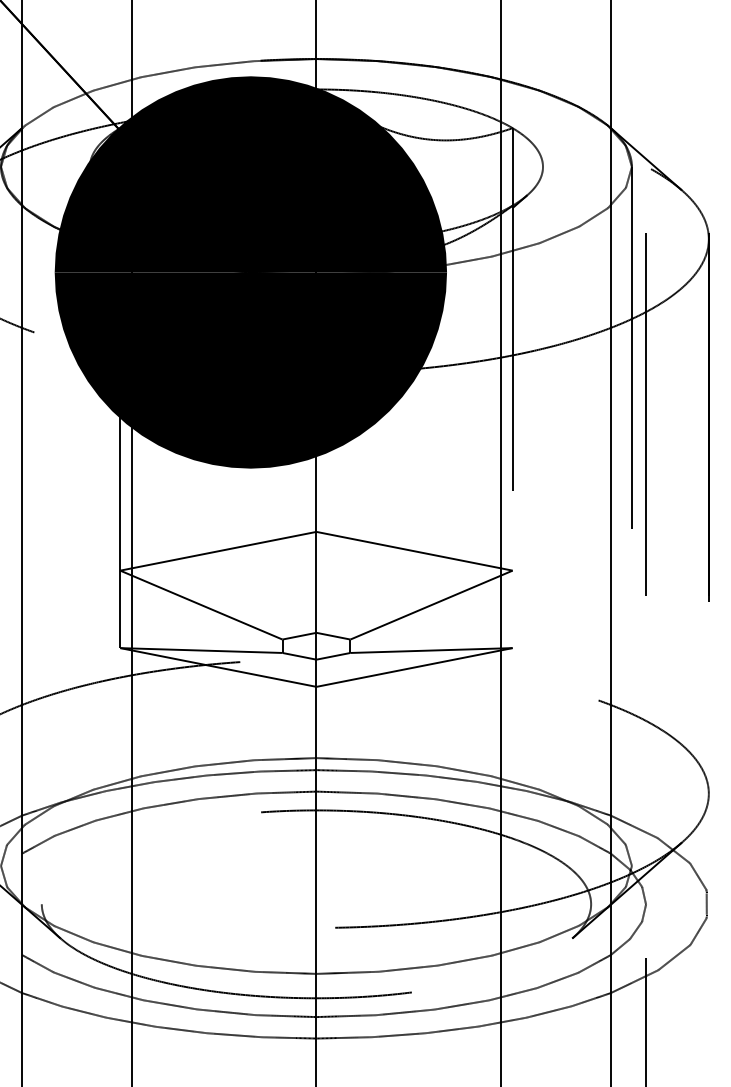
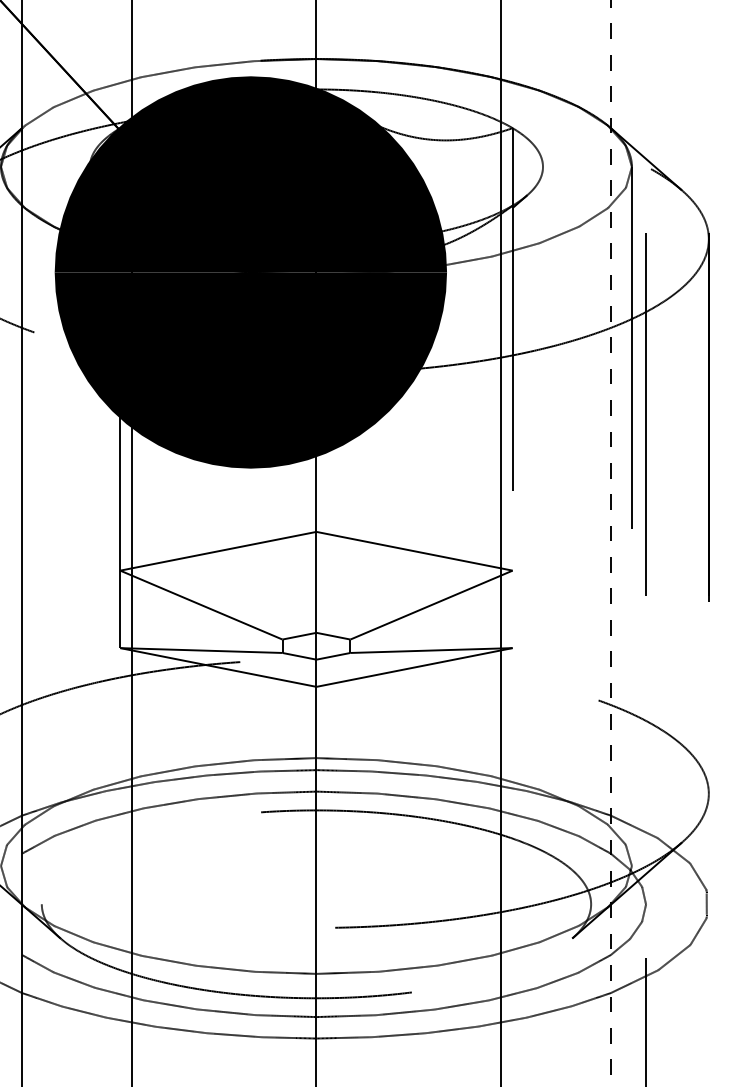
line at (610, 543): solid -> dashed
